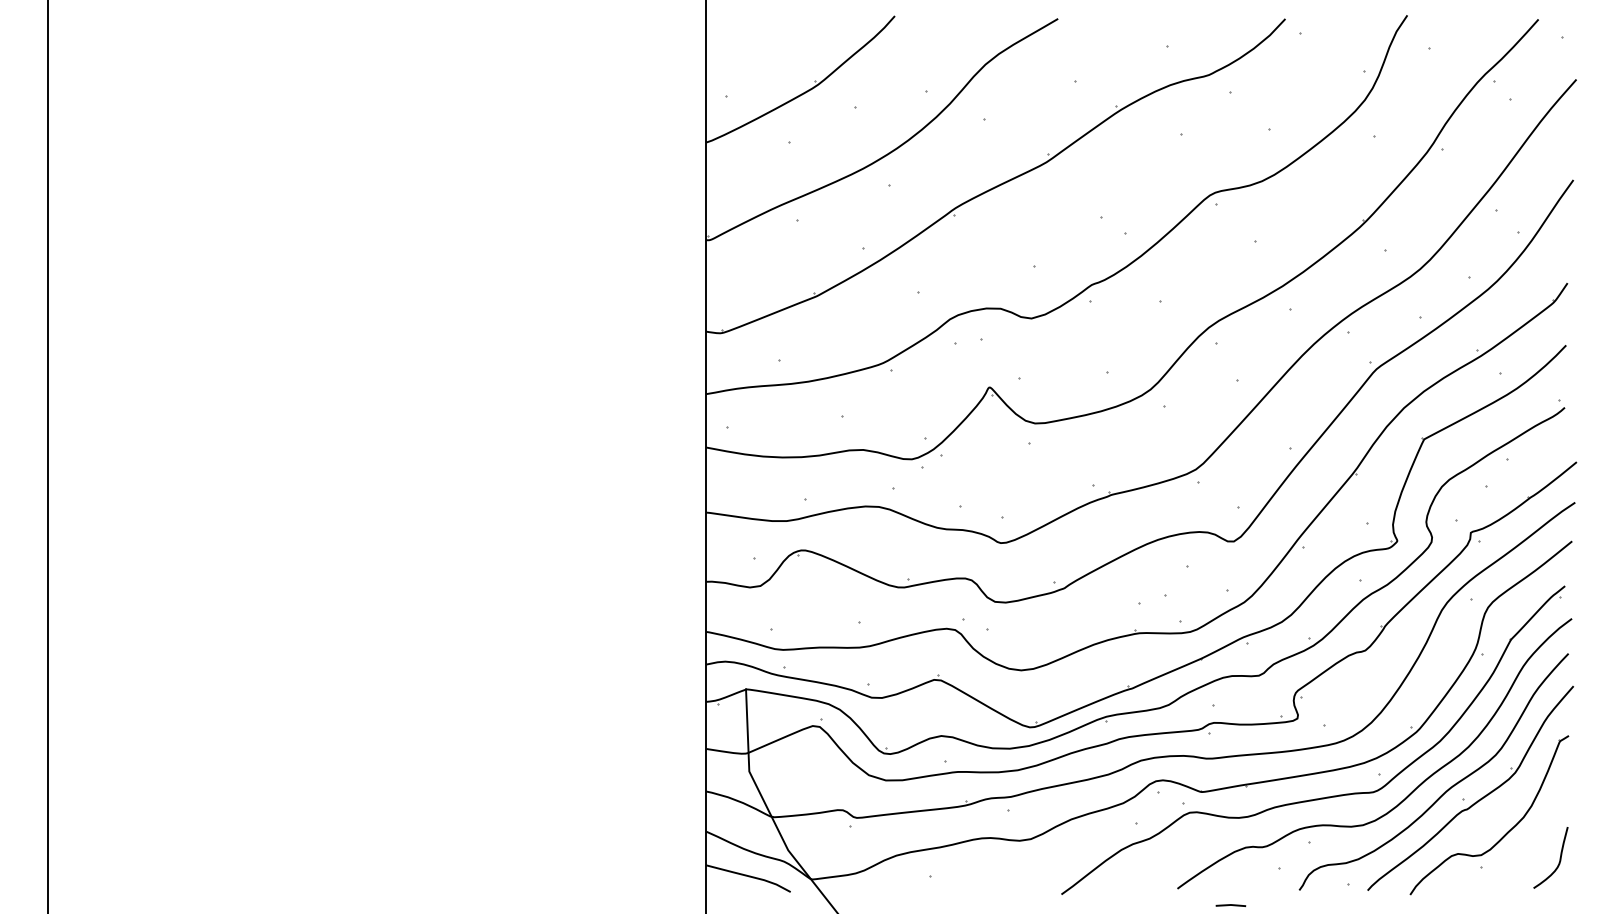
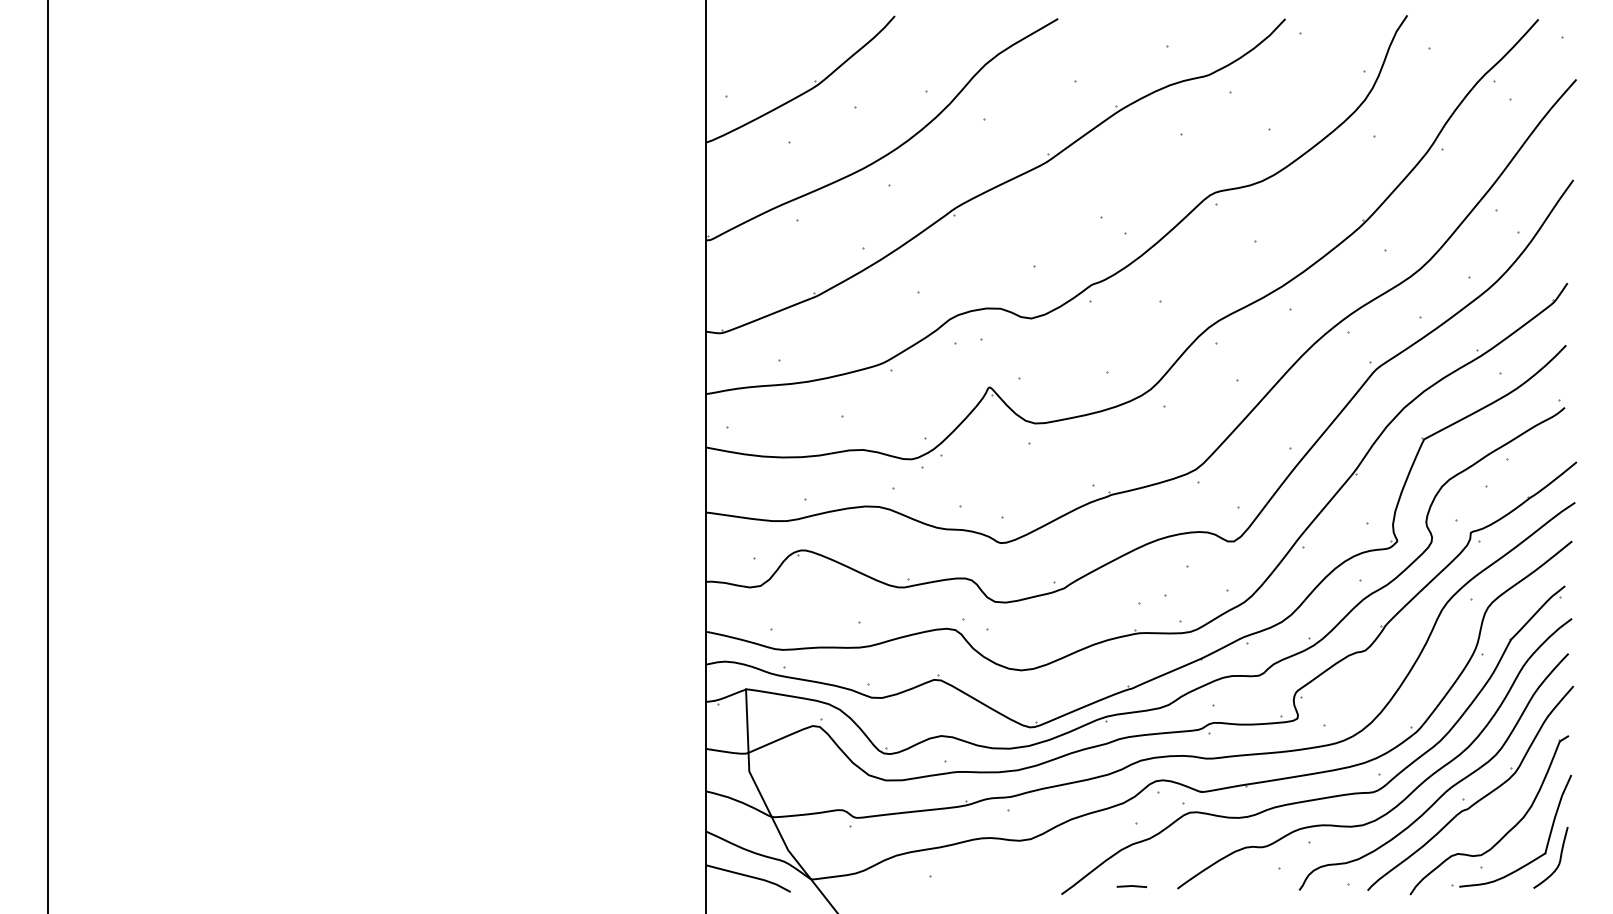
part at (1531, 860): none -> present
line at (1230, 905) position: (1230, 905) -> (1131, 886)
